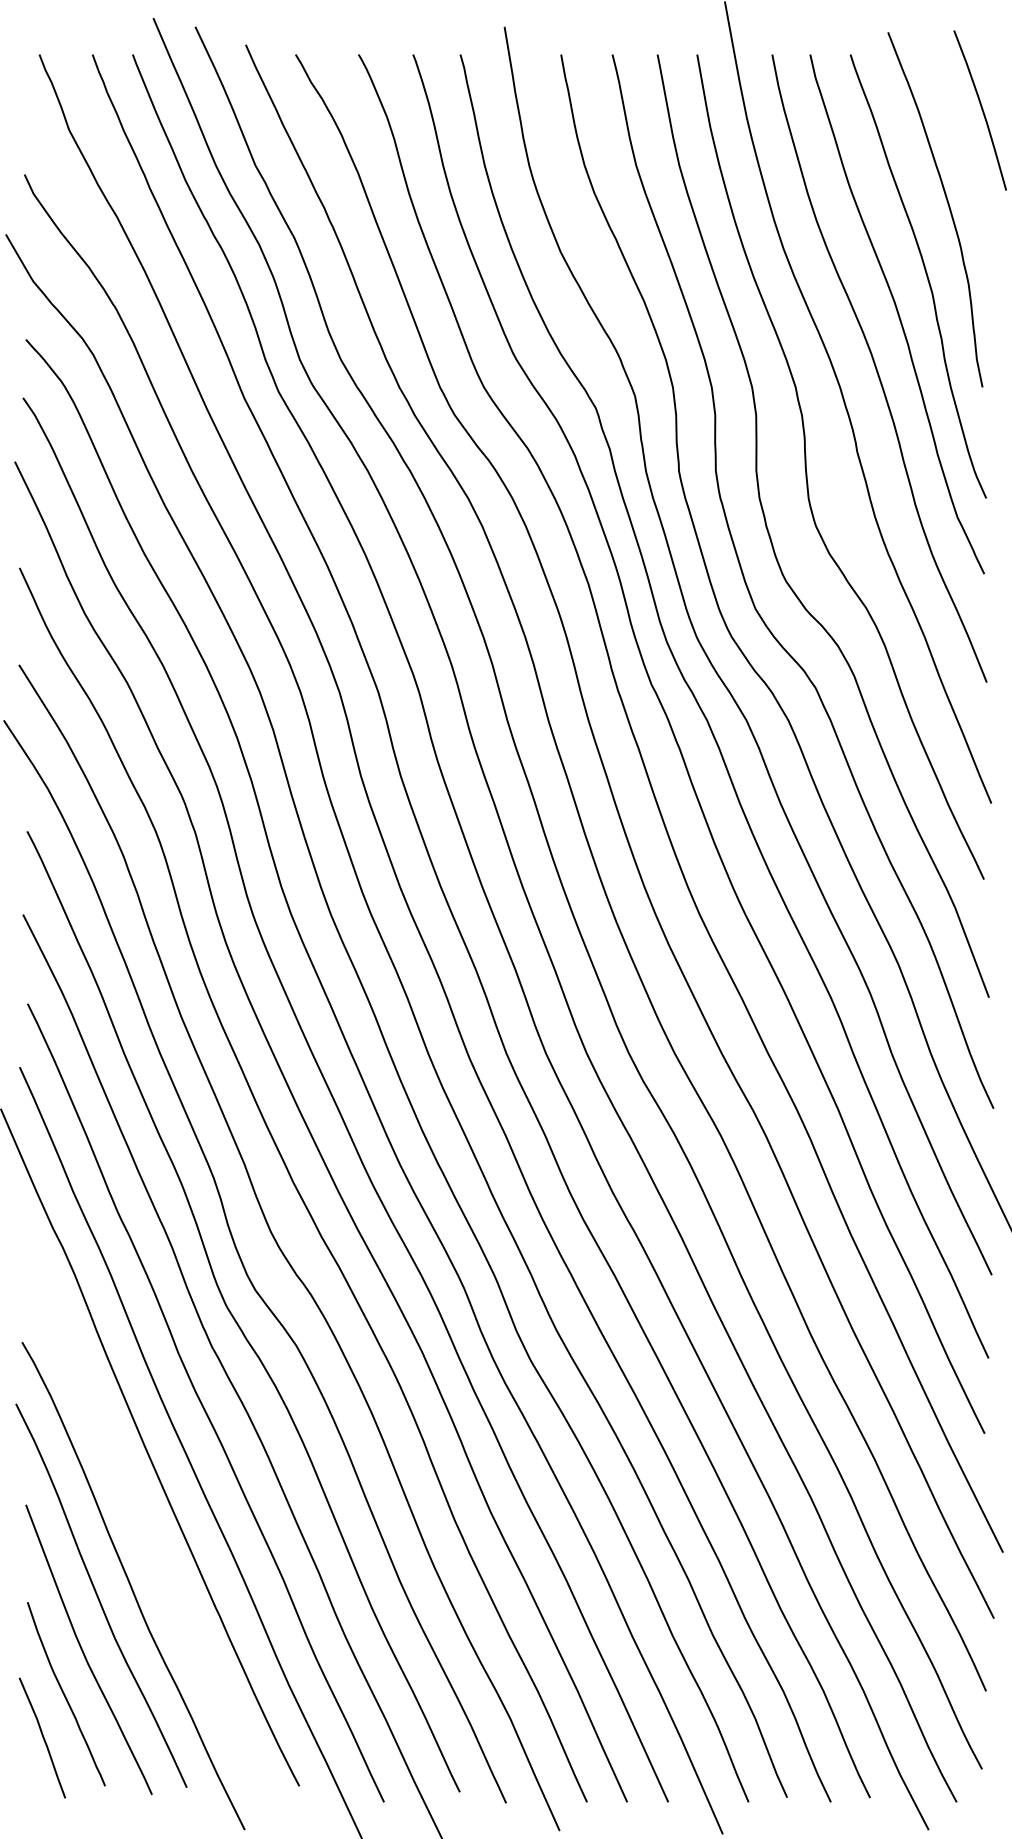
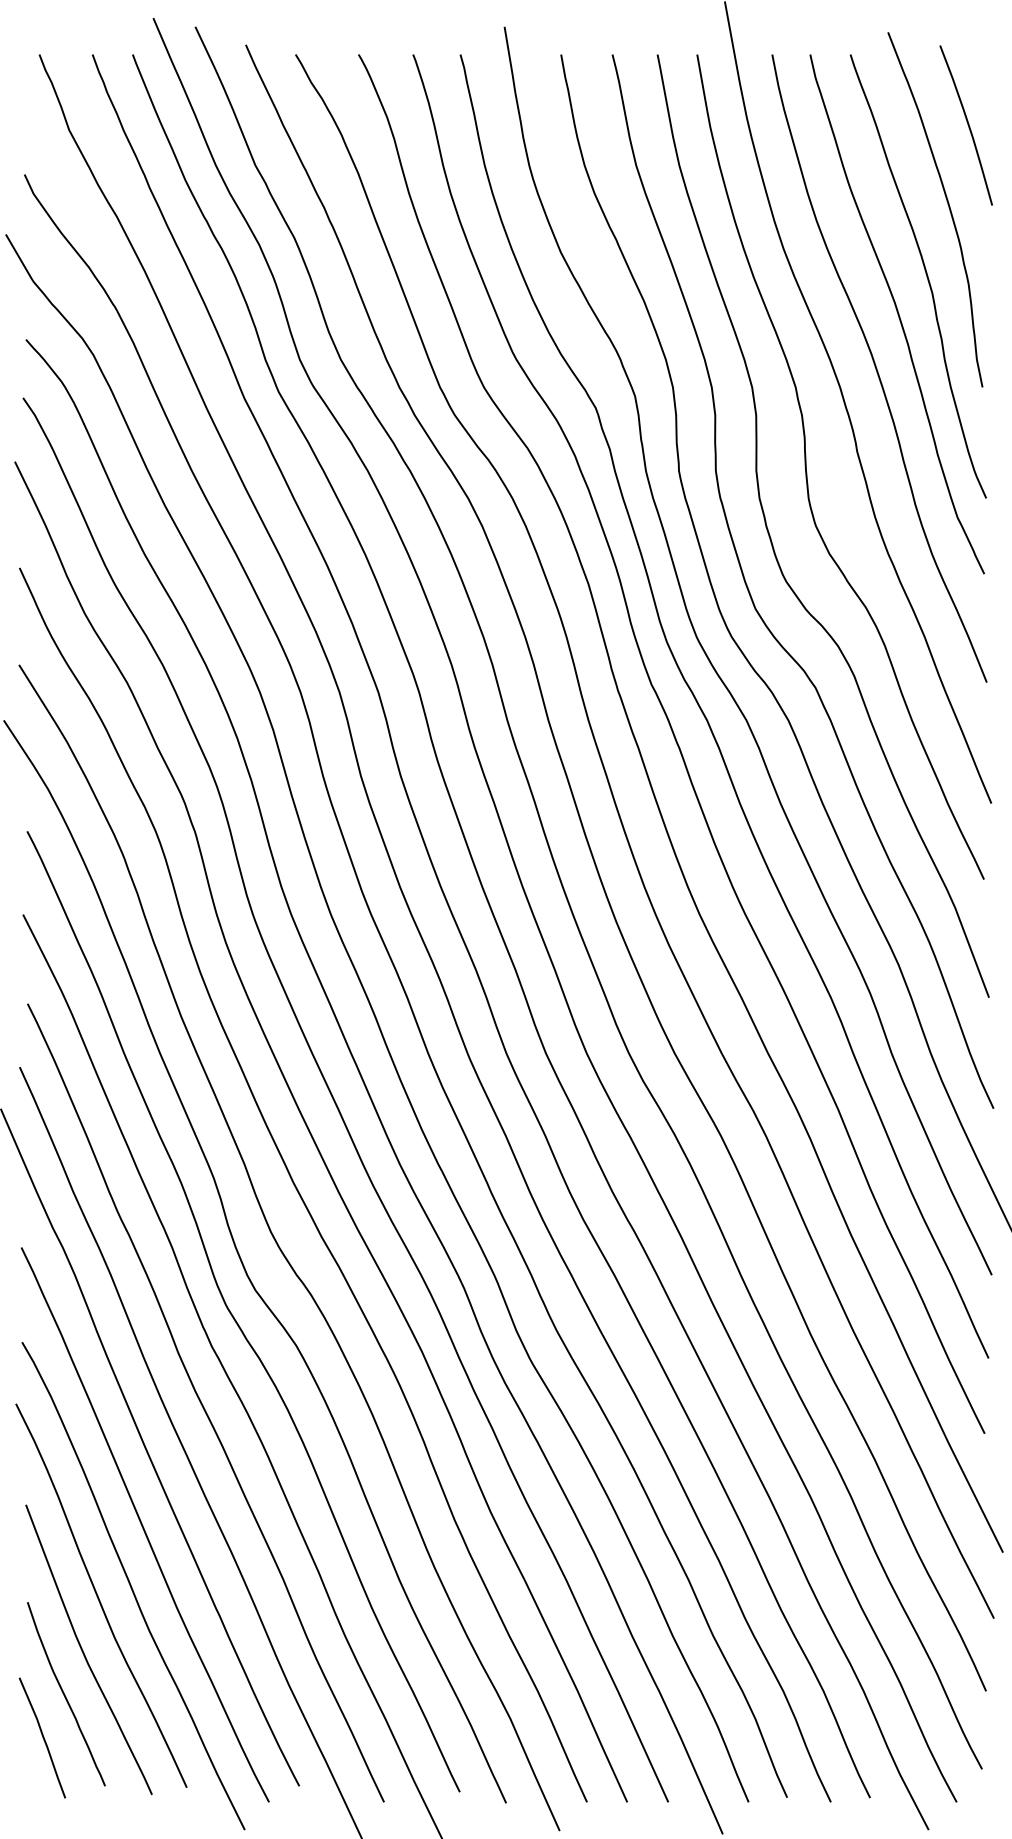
curve at (981, 110) position: (981, 110) -> (967, 125)
curve at (143, 1525): none -> present
